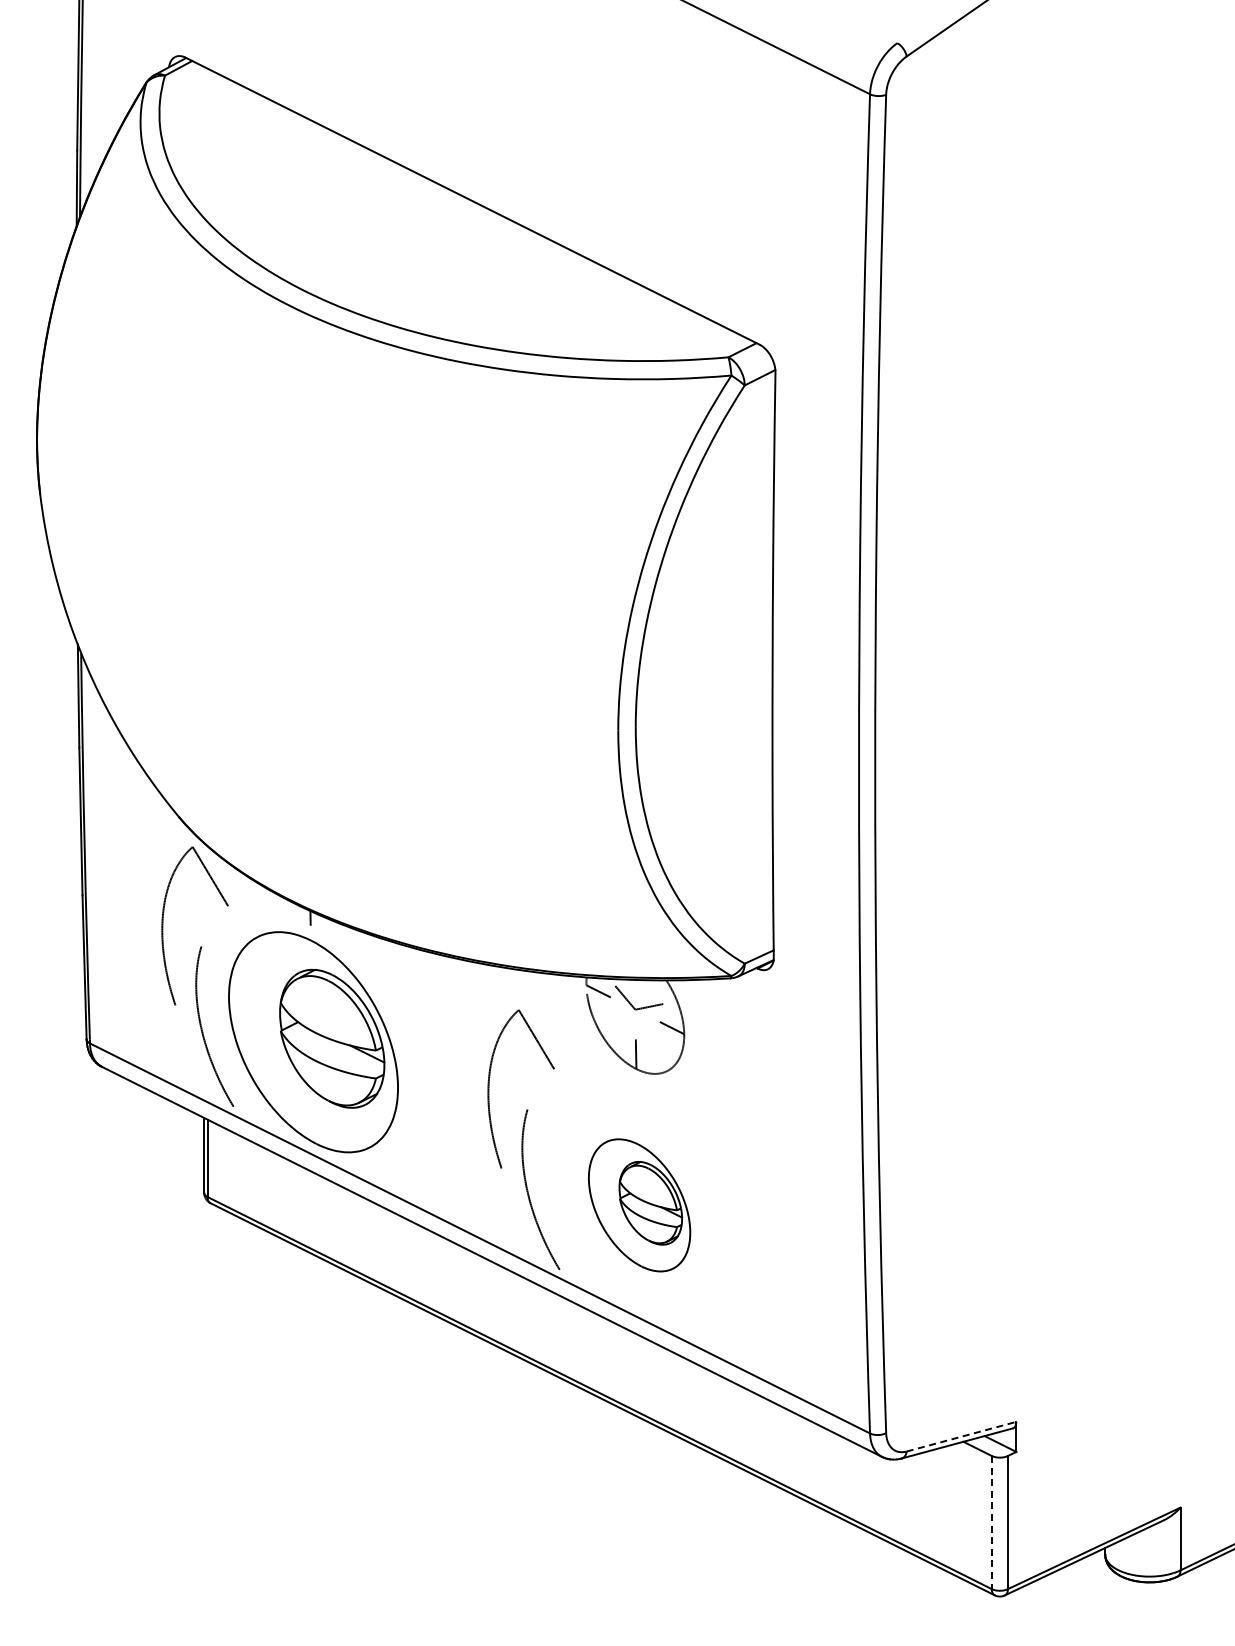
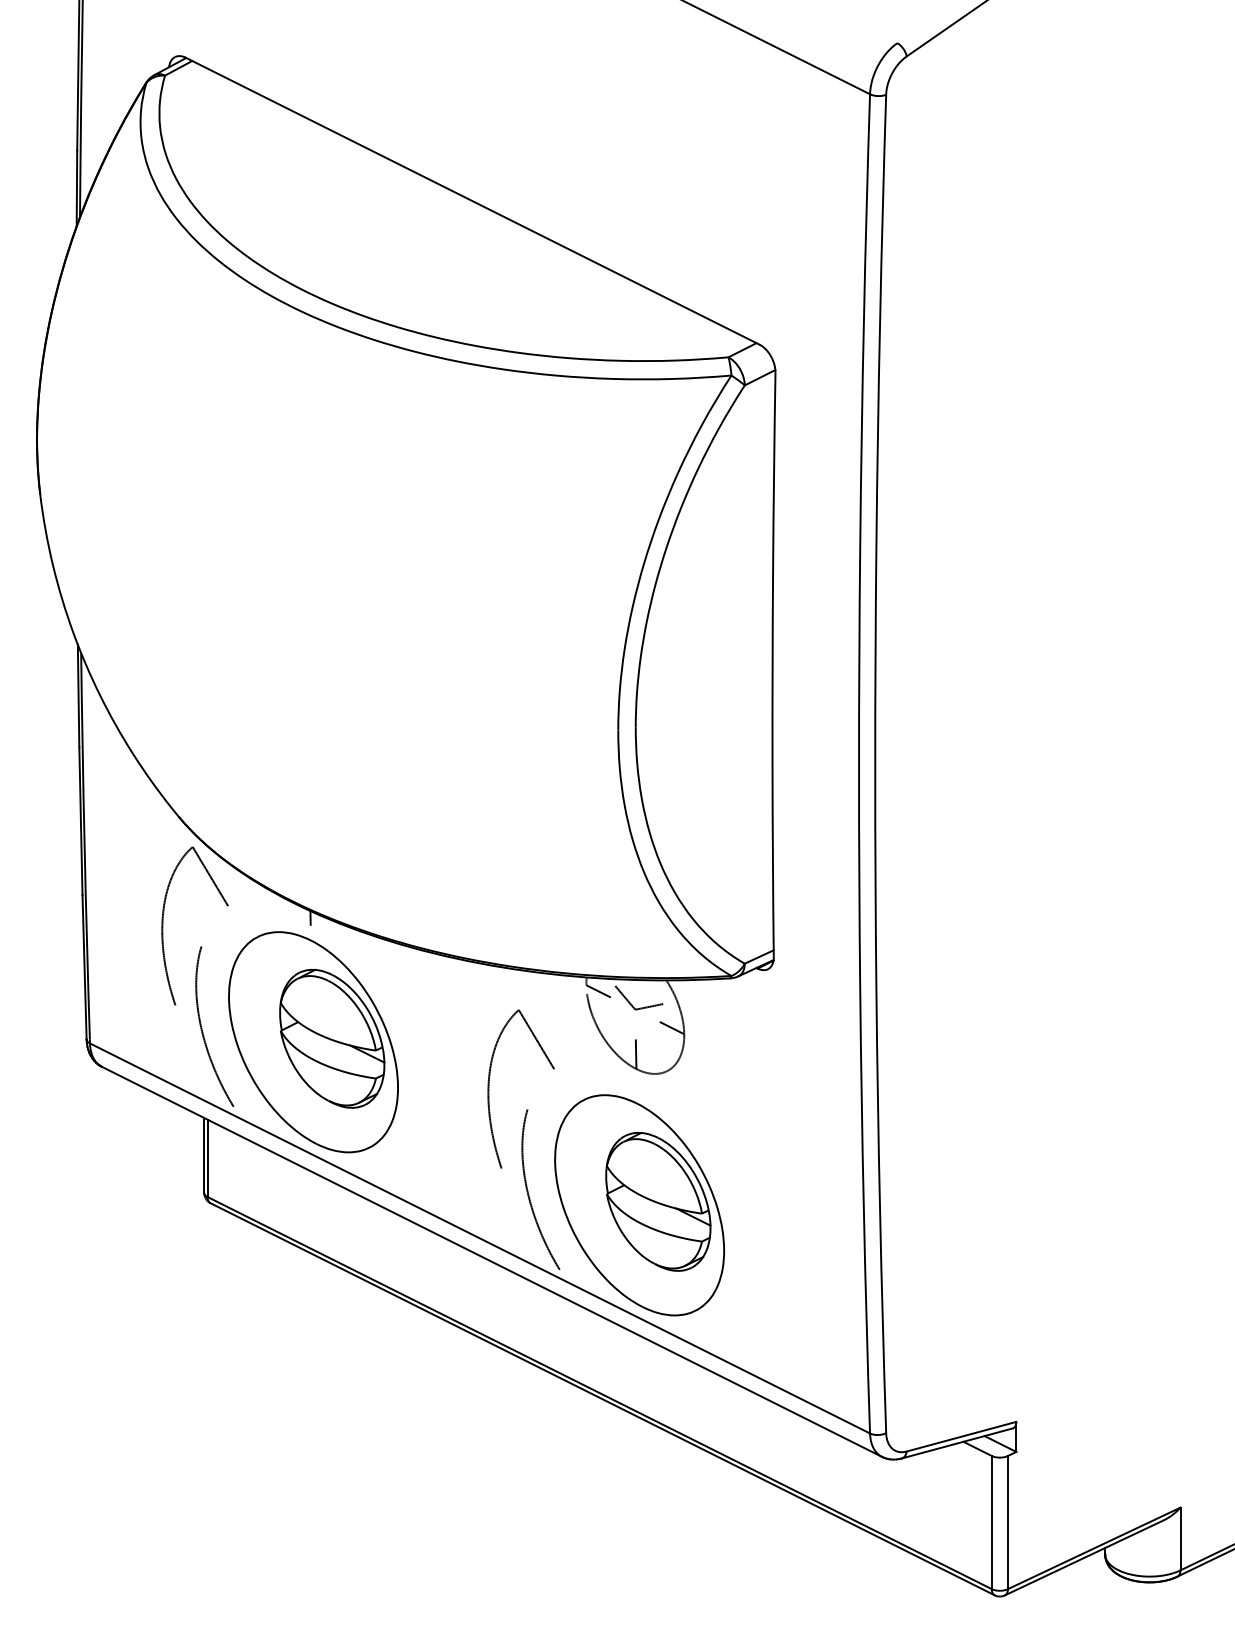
part at (639, 1205) size: 104x135 px -> 171x223 px
line at (961, 1436): dashed -> solid
line at (991, 1522): dashed -> solid
